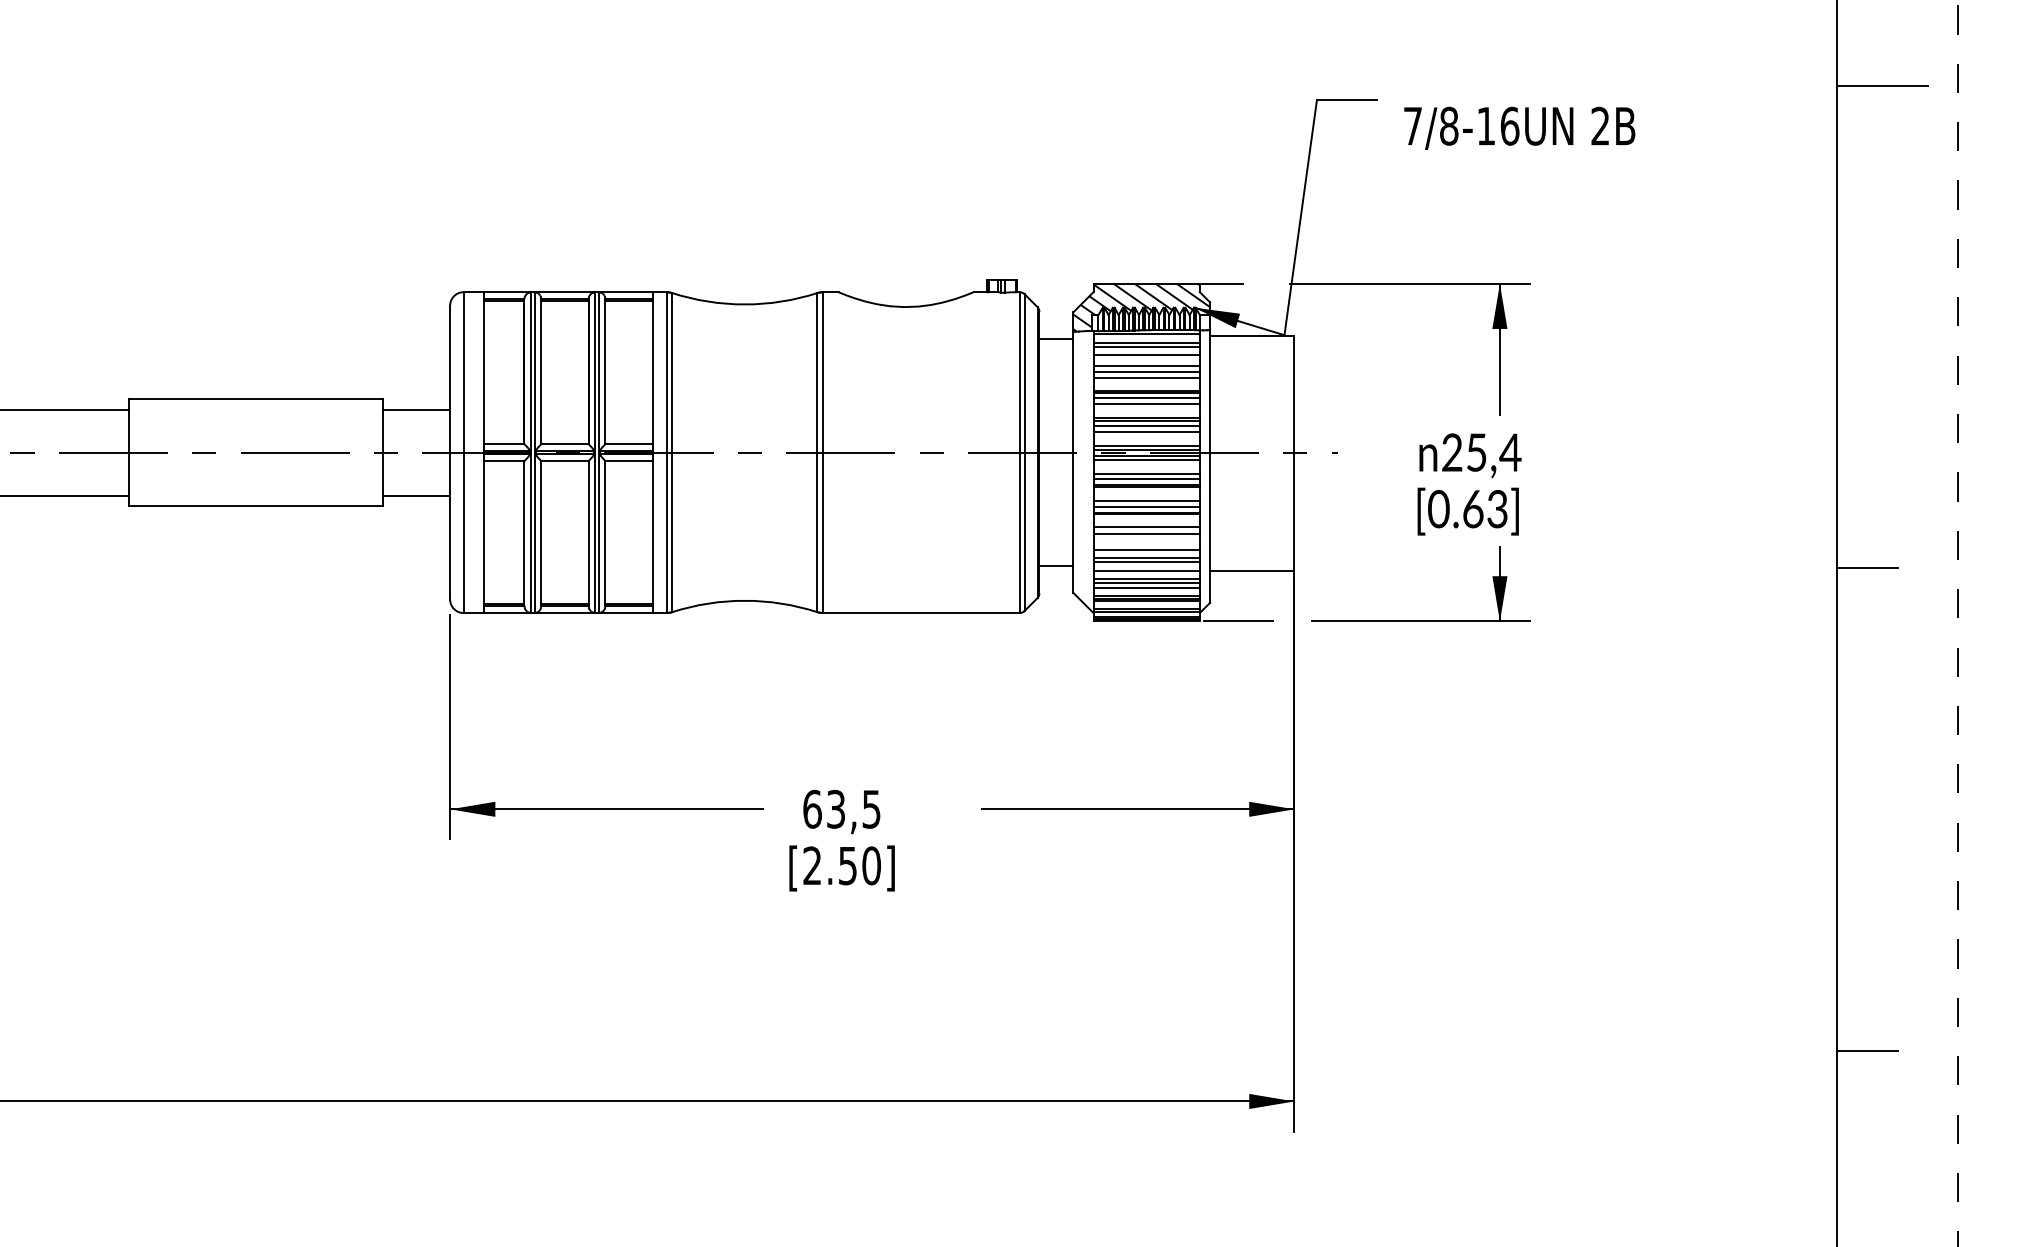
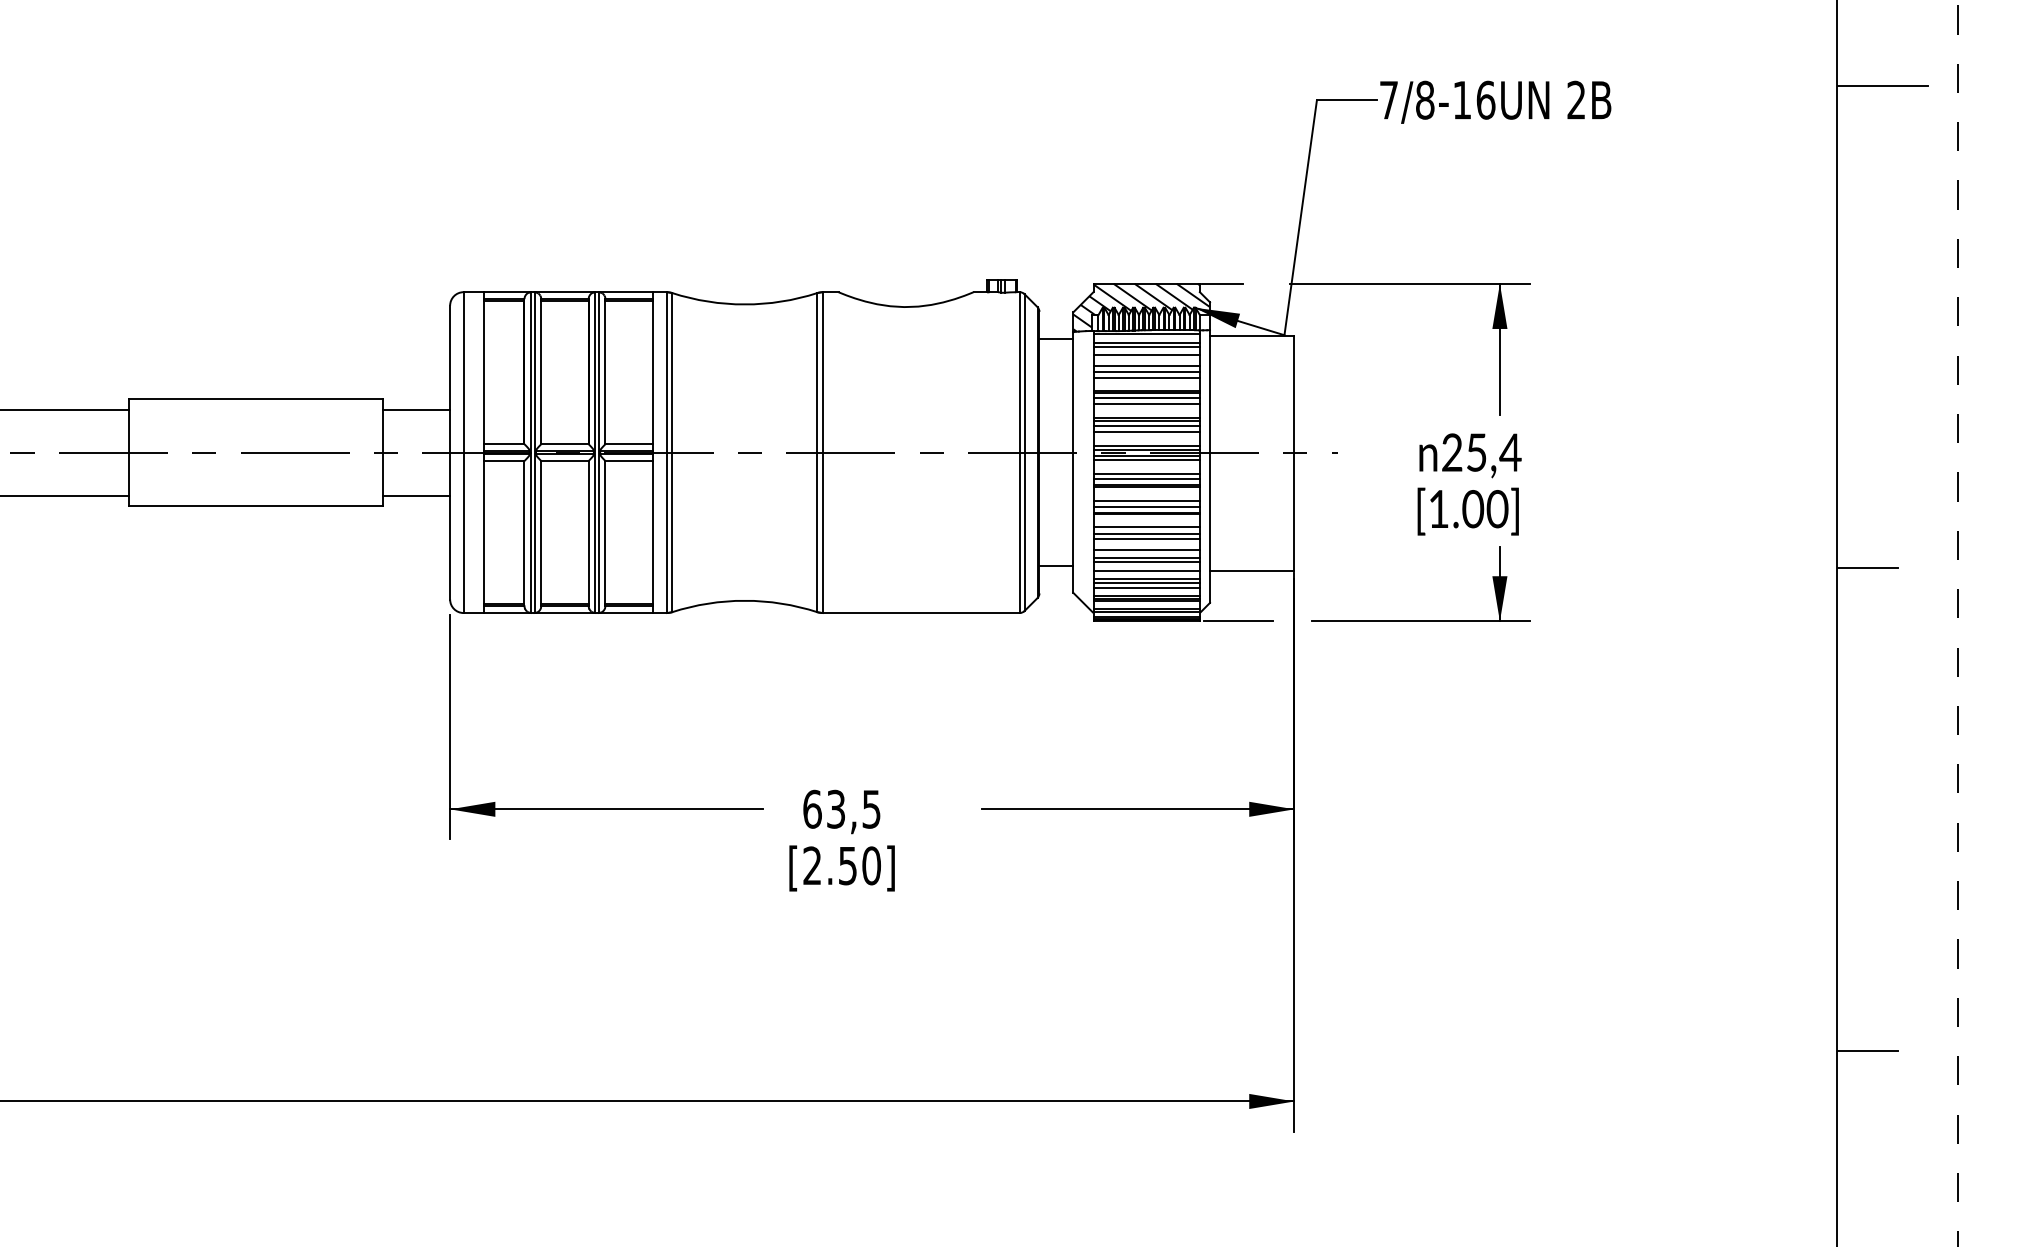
text at (1519, 127) position: (1519, 127) -> (1495, 101)
text at (1468, 509): [0.63] -> [1.00]
line at (1146, 538): none -> present
